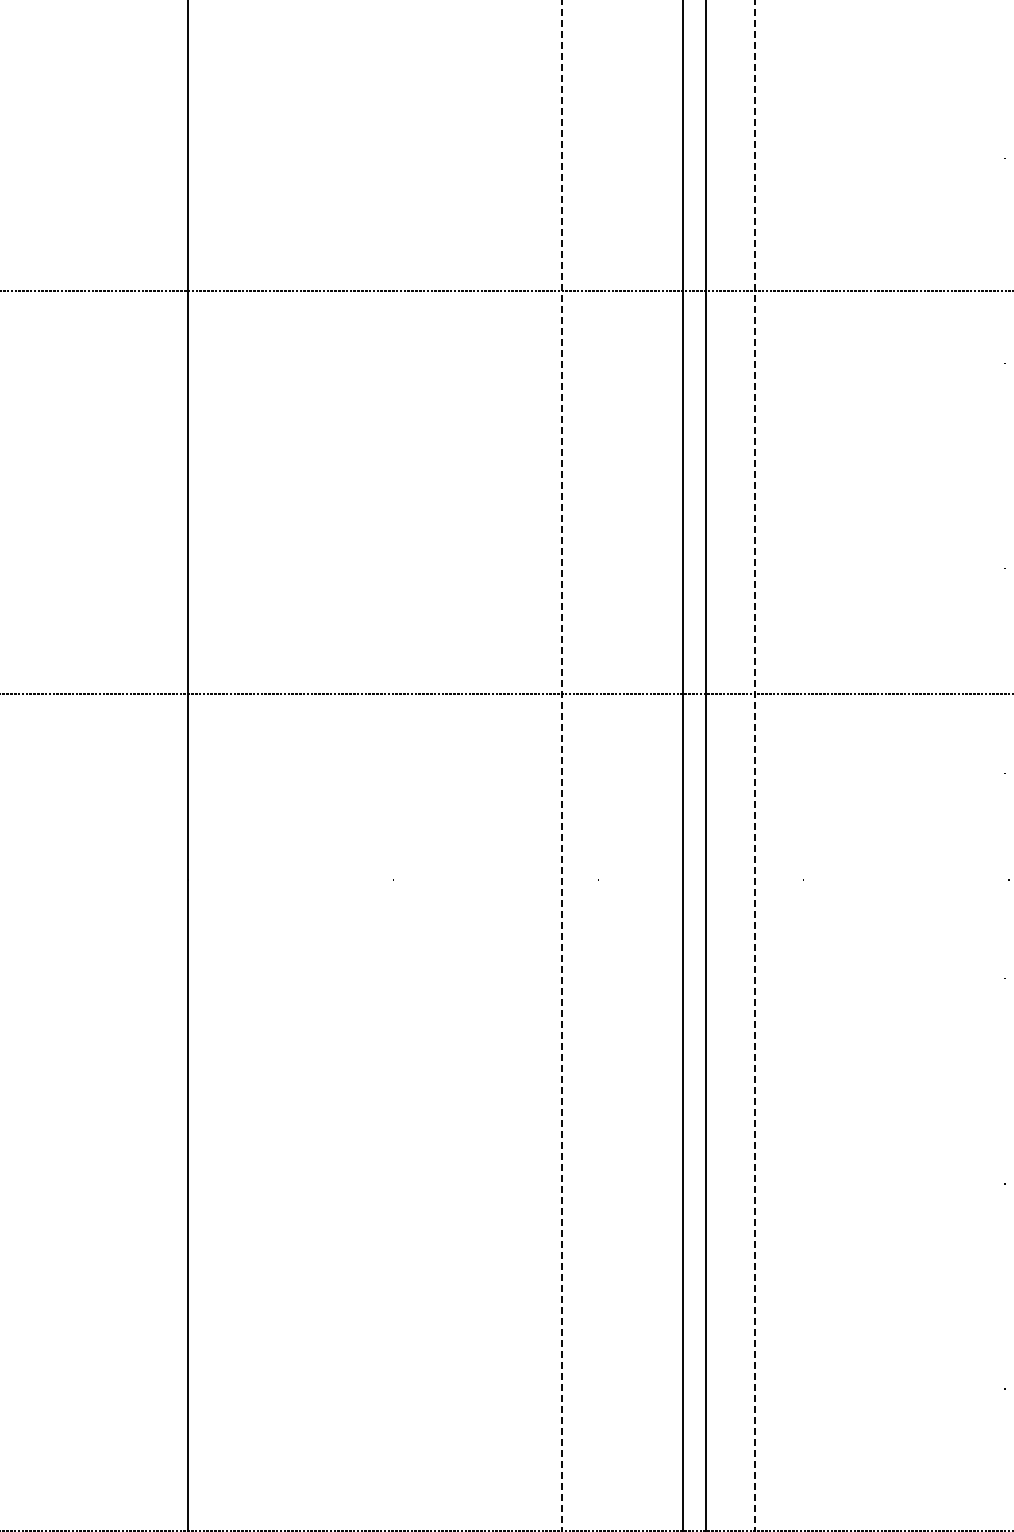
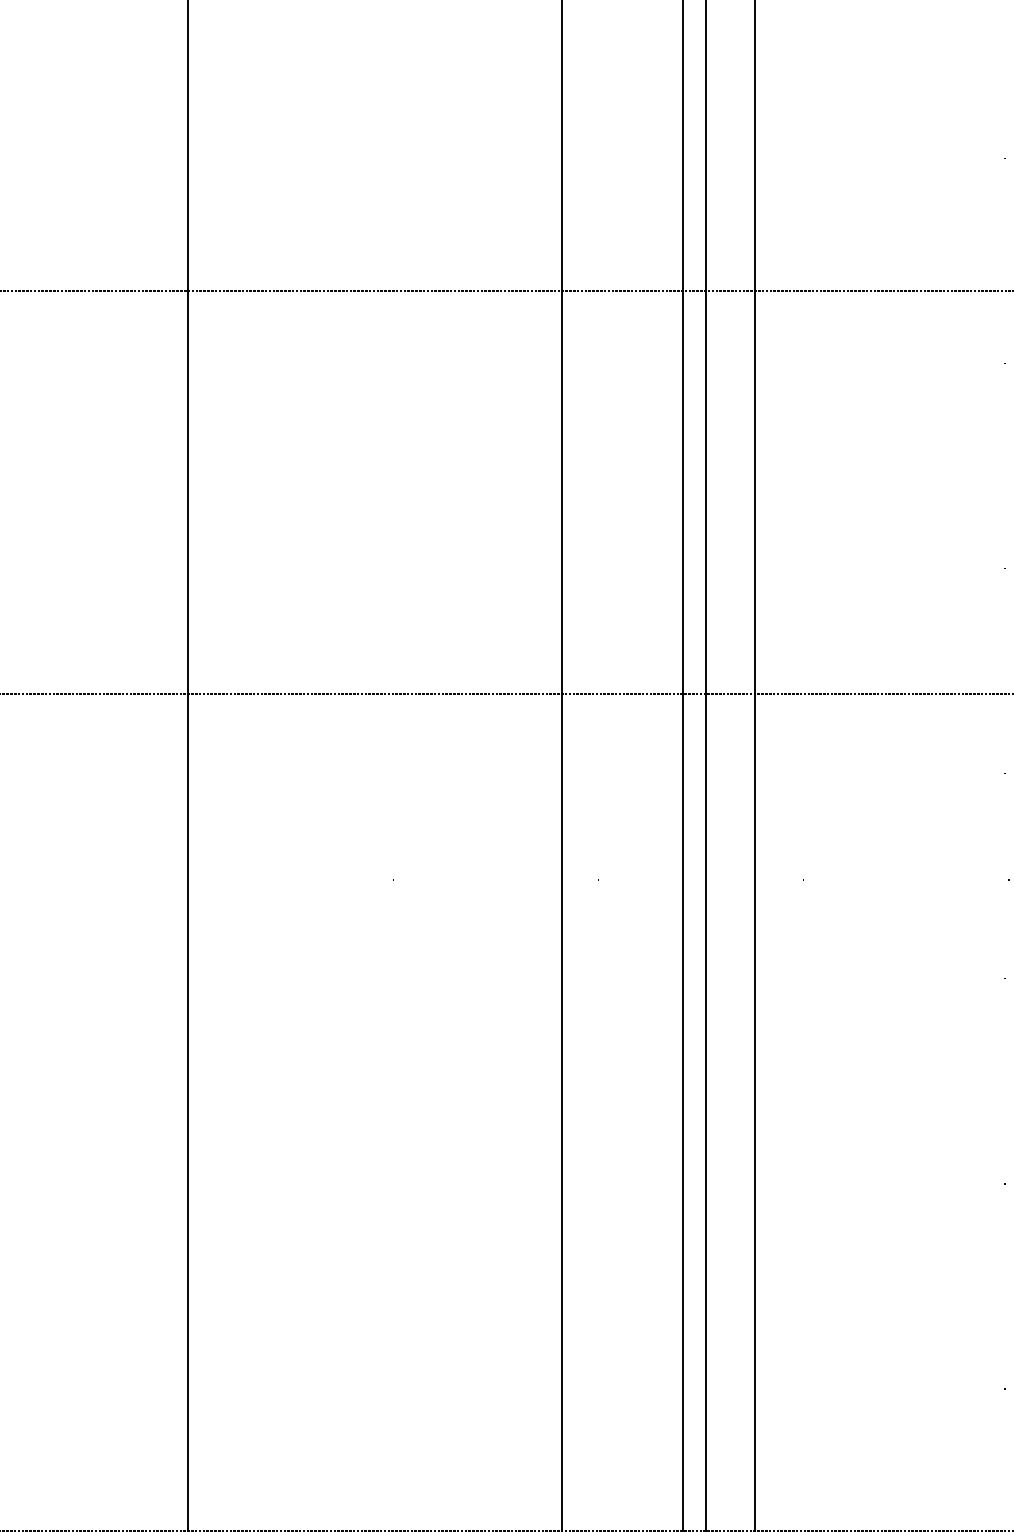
line at (561, 765): dashed -> solid
line at (754, 765): dashed -> solid
